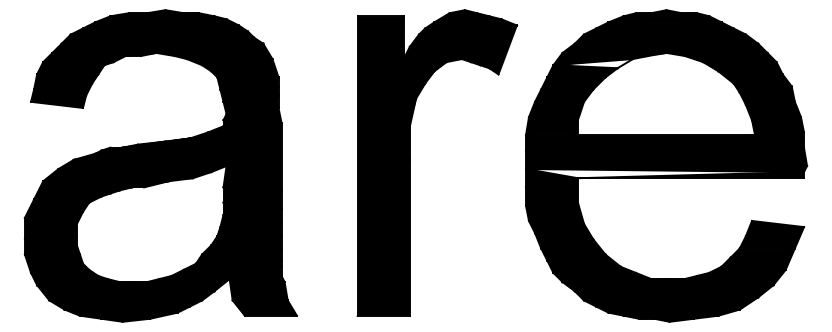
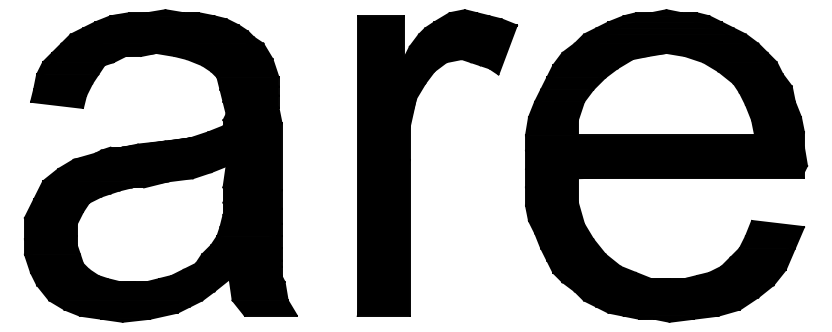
fill at (592, 63): none -> present
fill at (664, 173): none -> present
